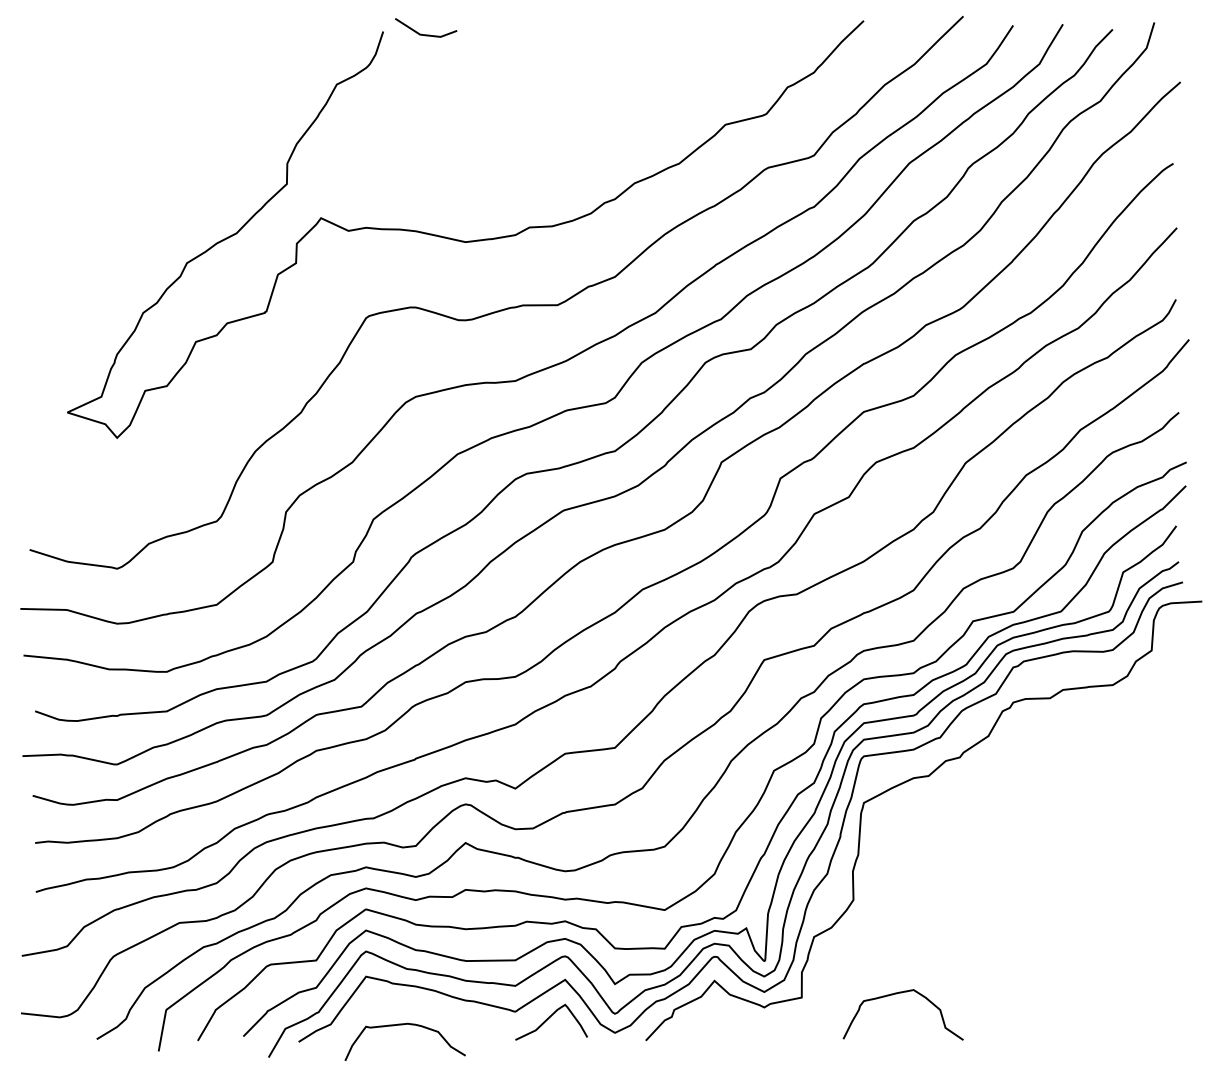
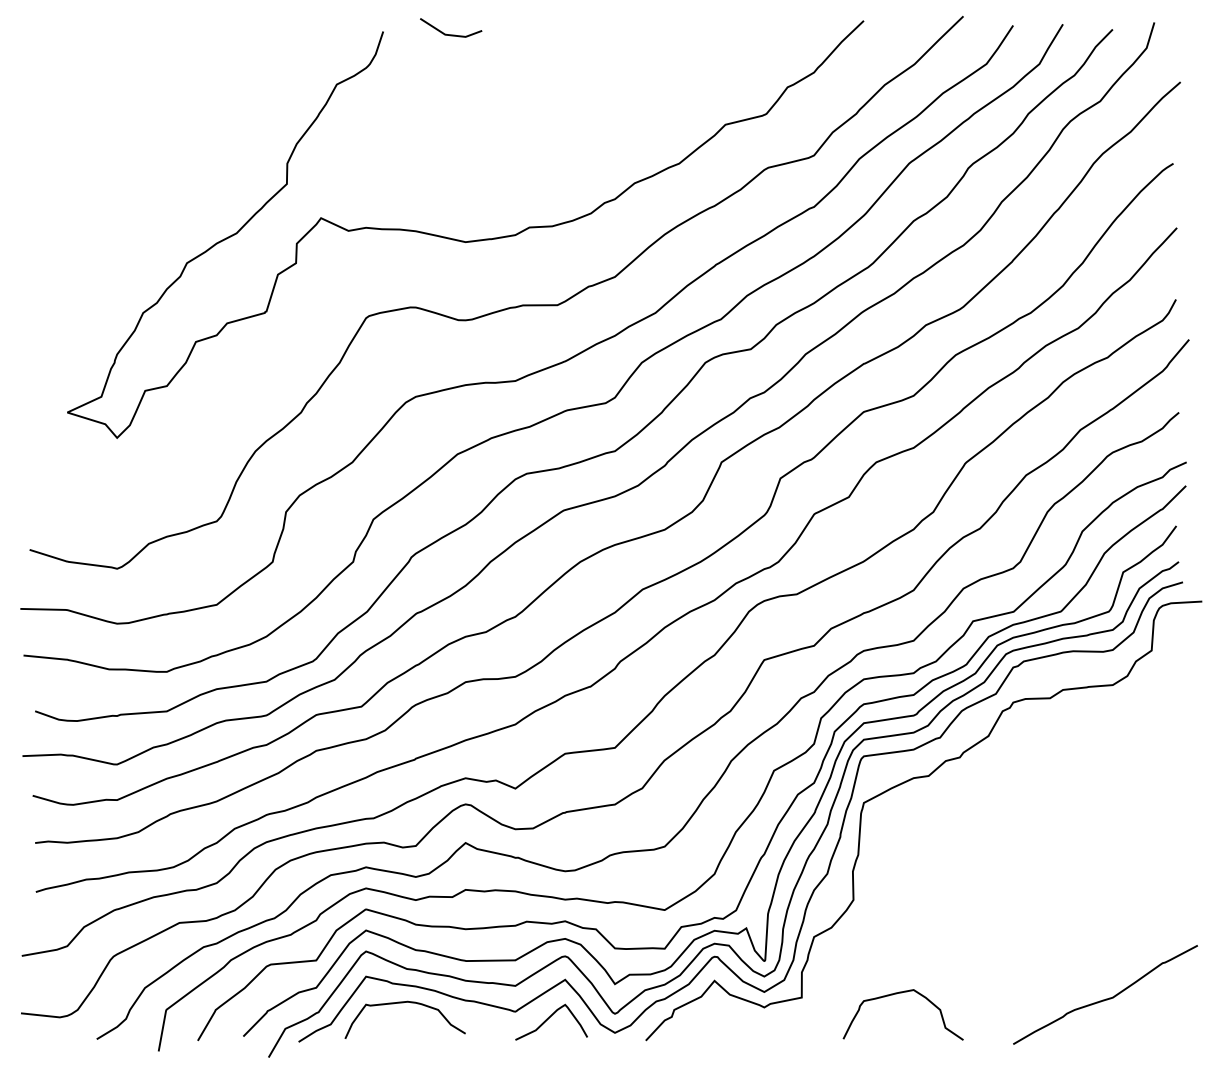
line at (426, 34) position: (426, 34) -> (451, 34)
curve at (1106, 998): none -> present
curve at (403, 1025) position: (403, 1025) -> (403, 1003)
